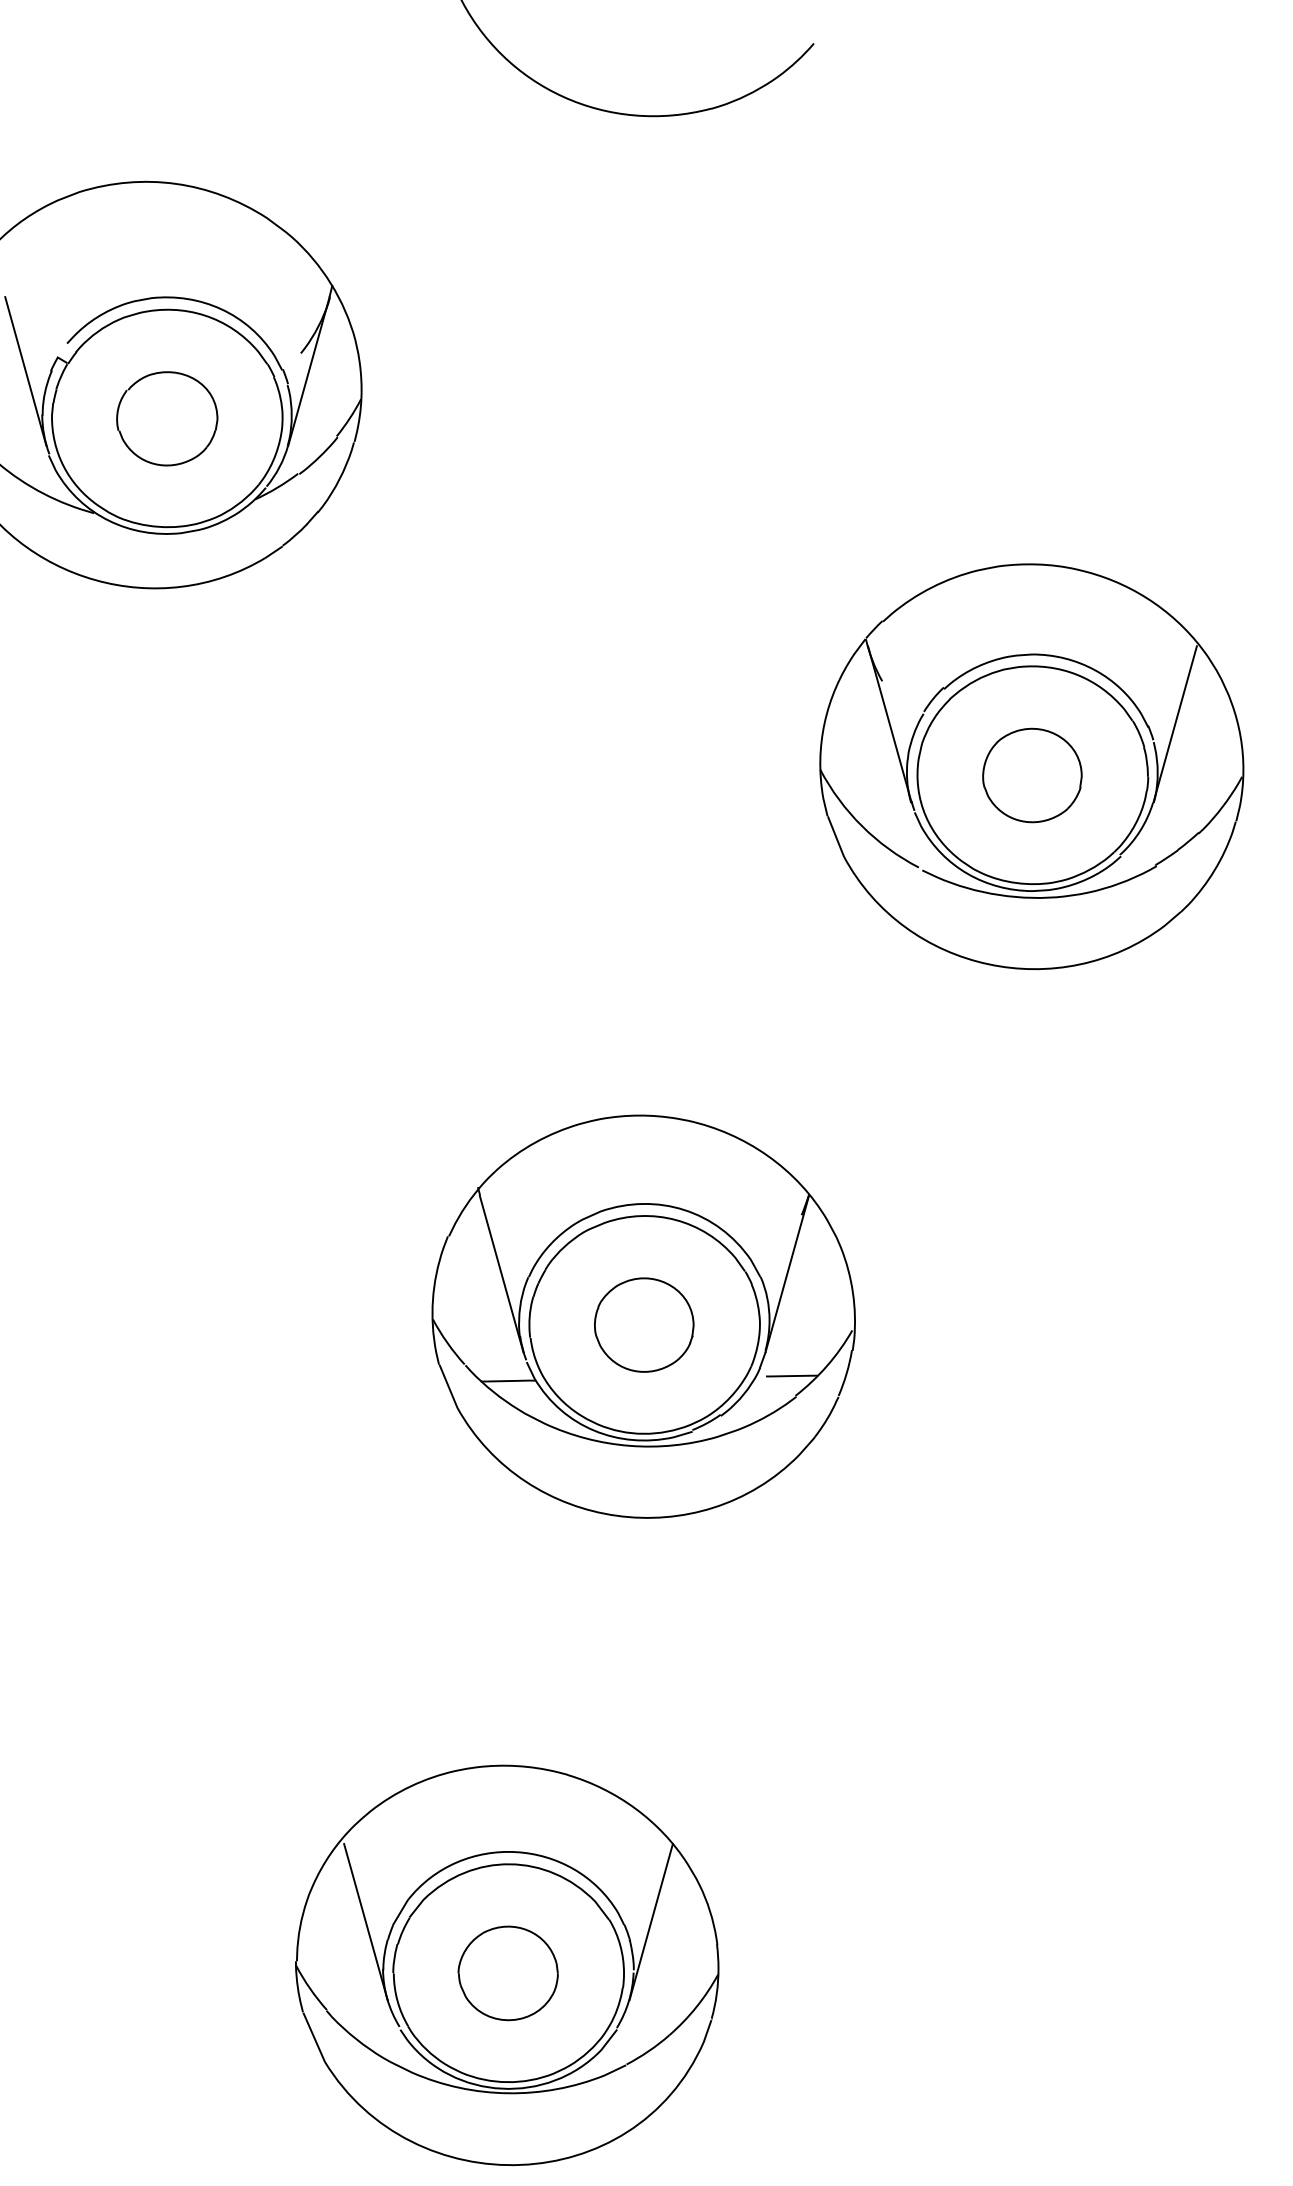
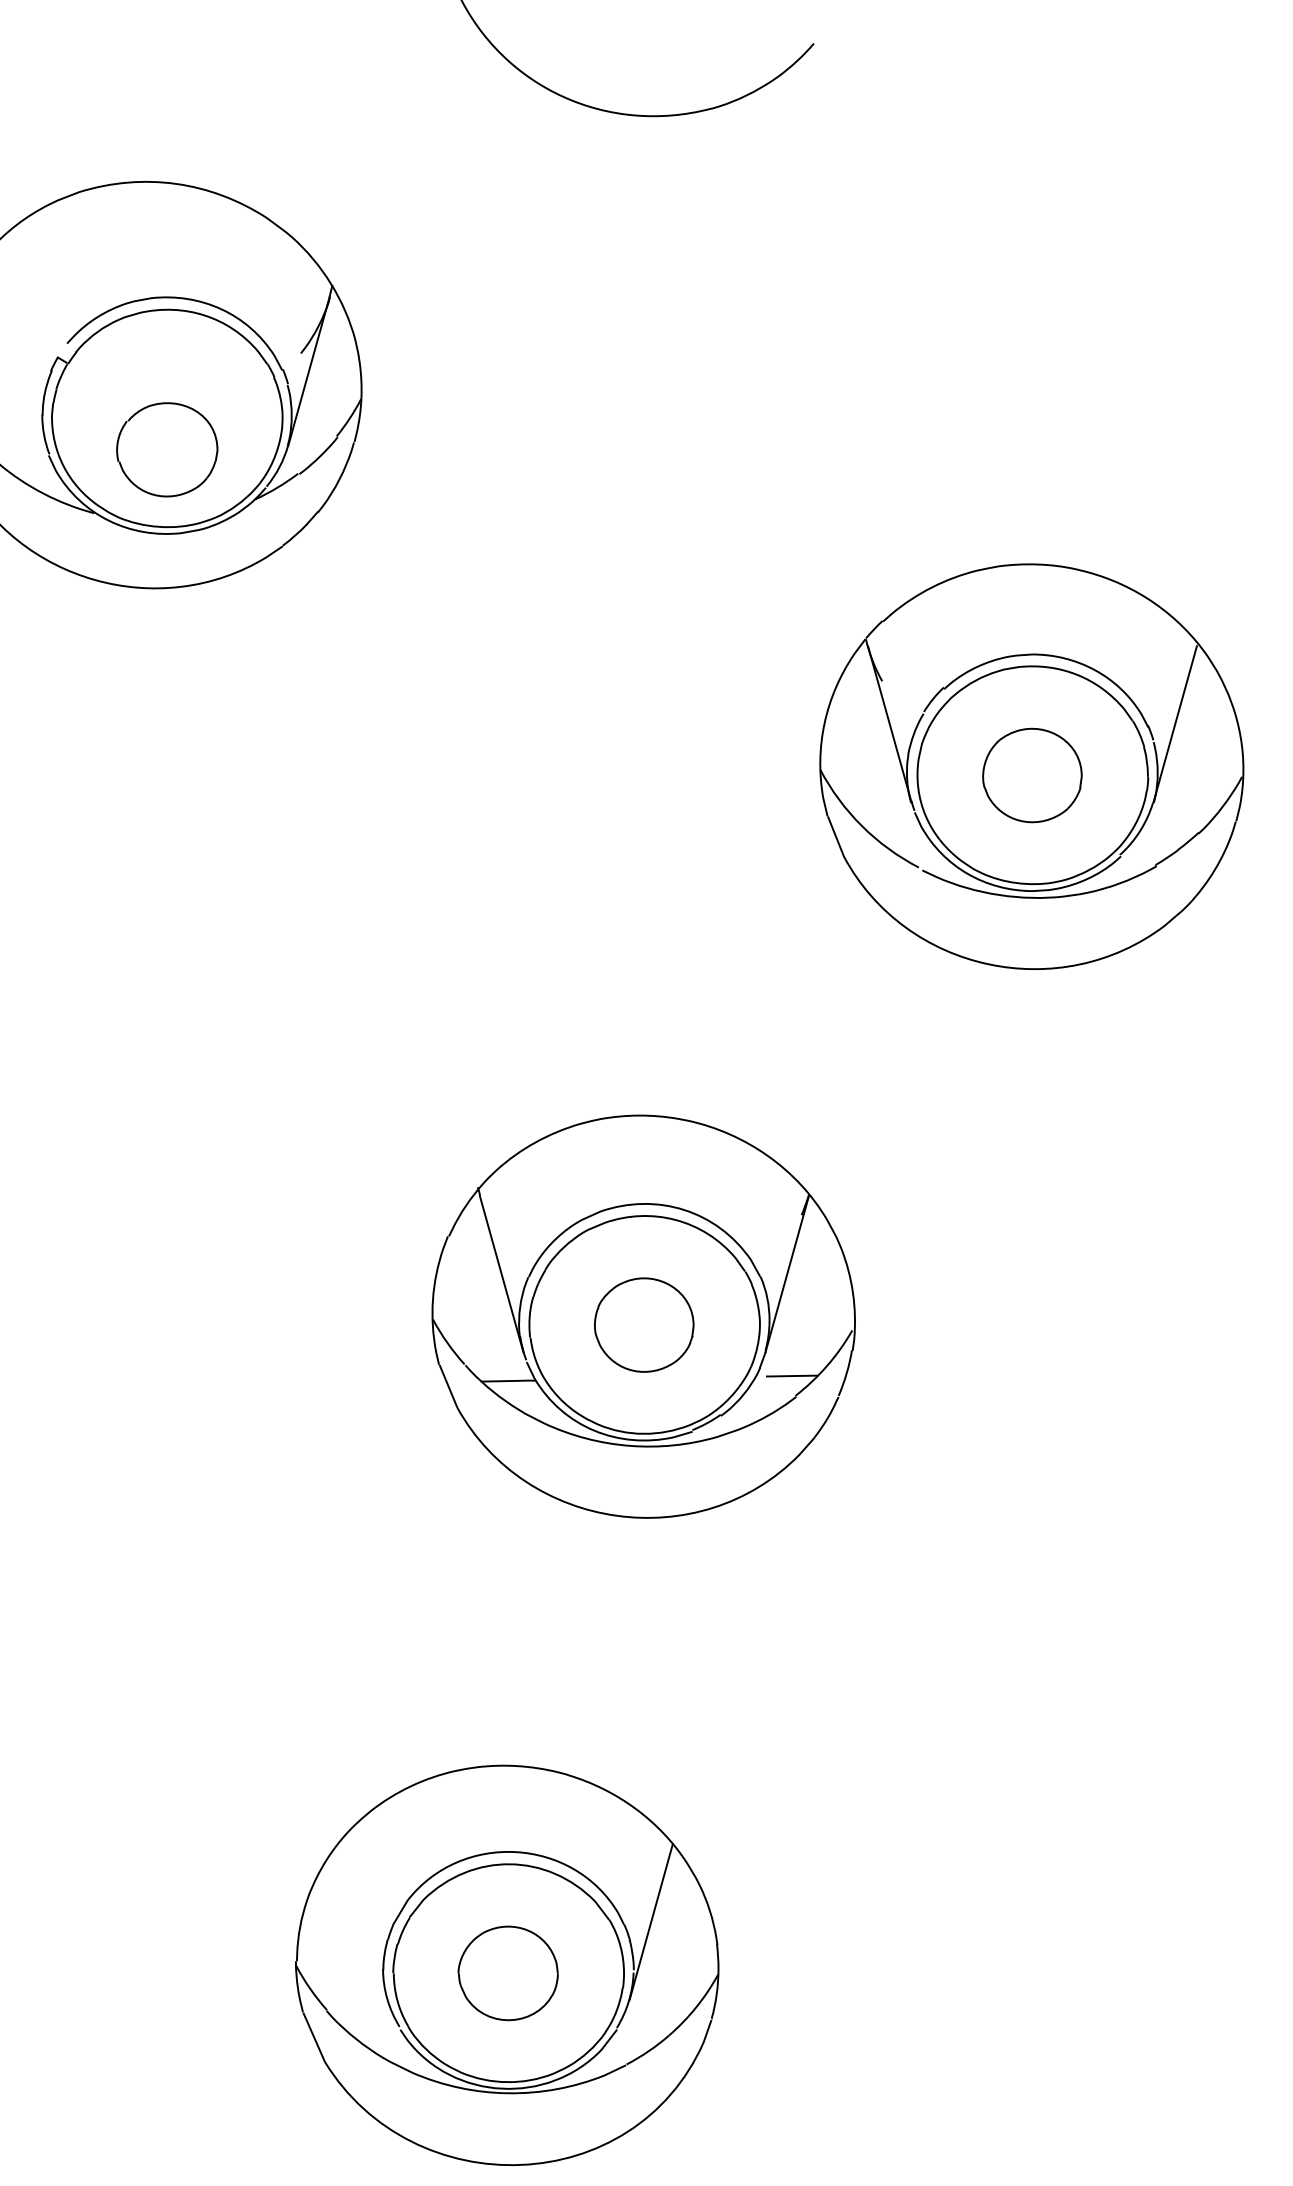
line at (25, 371): present -> none
part at (167, 418) position: (167, 418) -> (167, 449)
line at (365, 1922): present -> none
